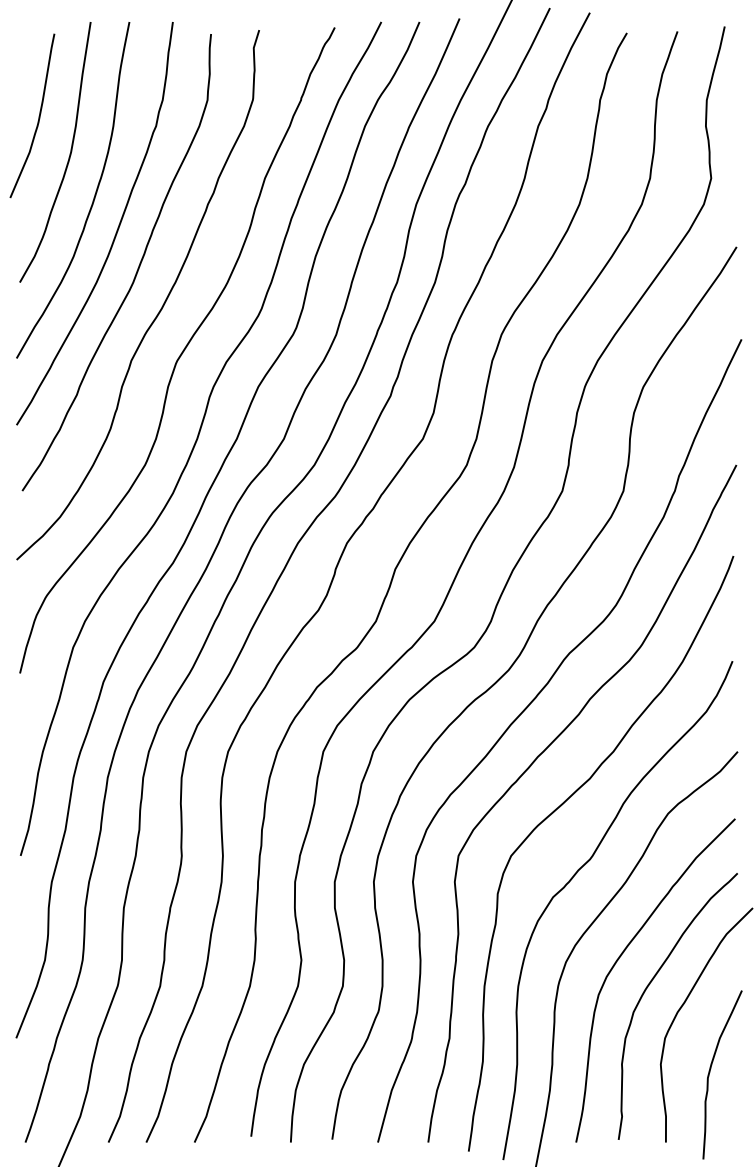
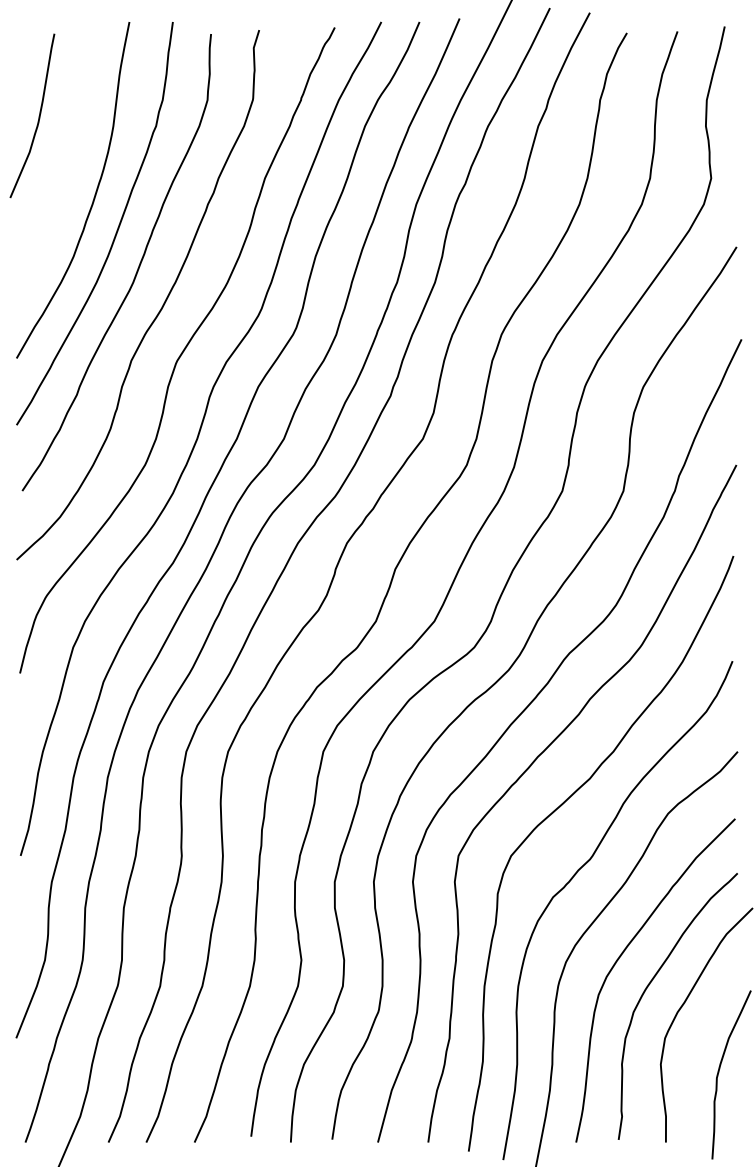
curve at (68, 157): present -> none
curve at (710, 1072) position: (710, 1072) -> (719, 1072)
